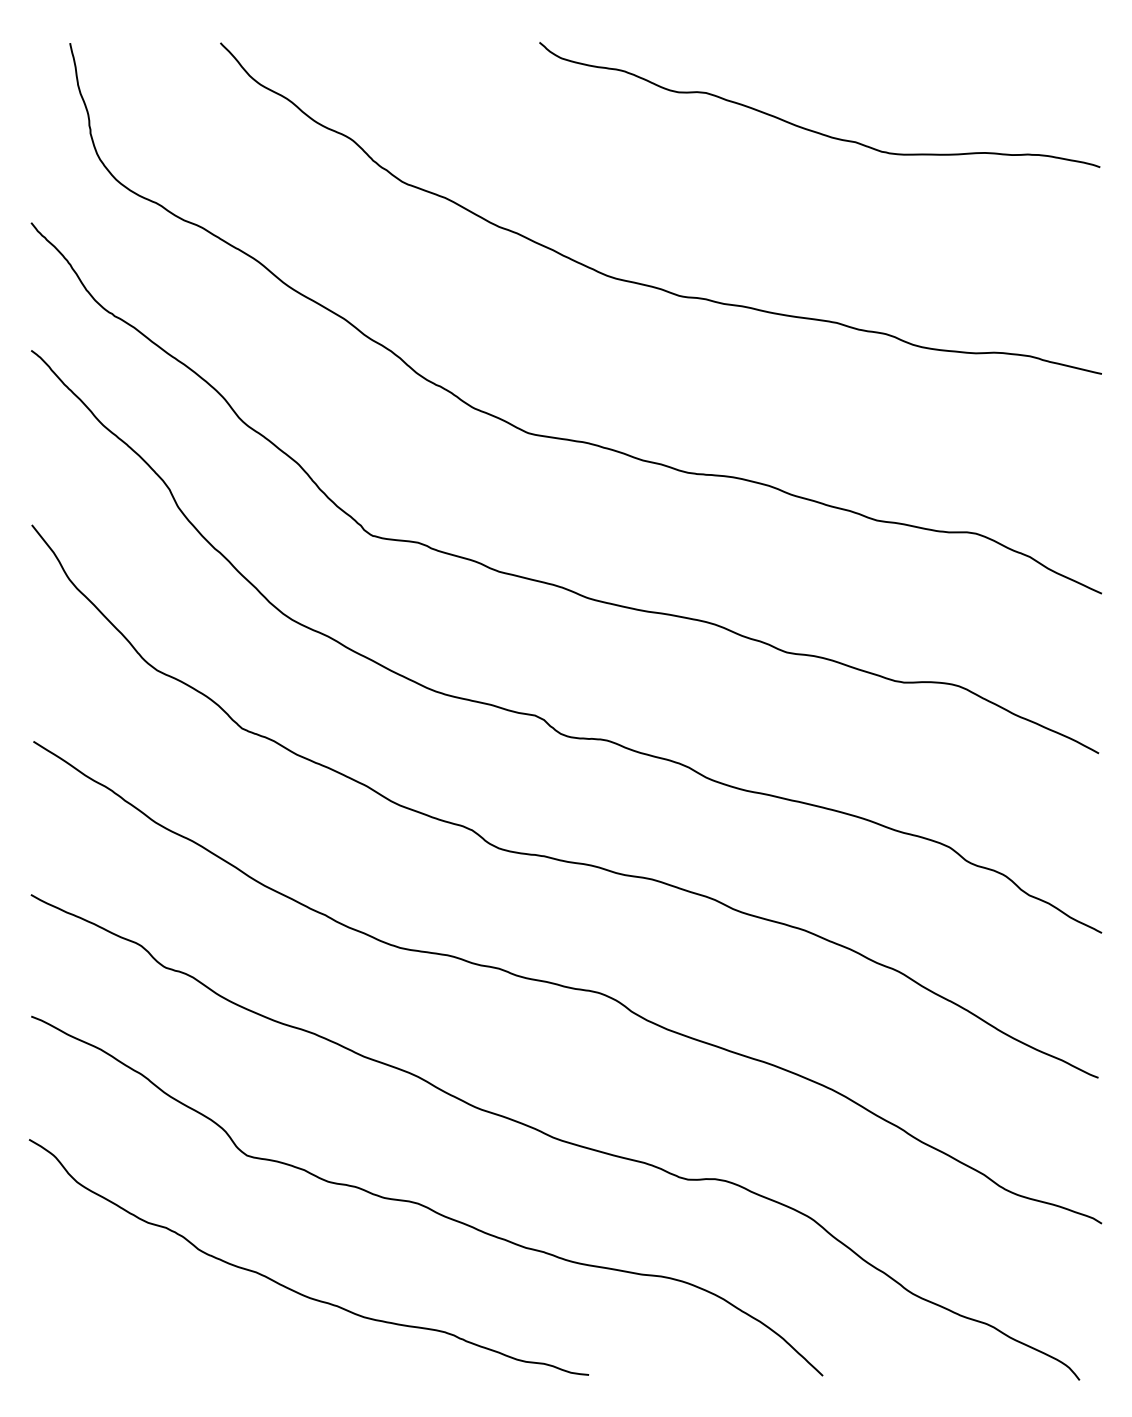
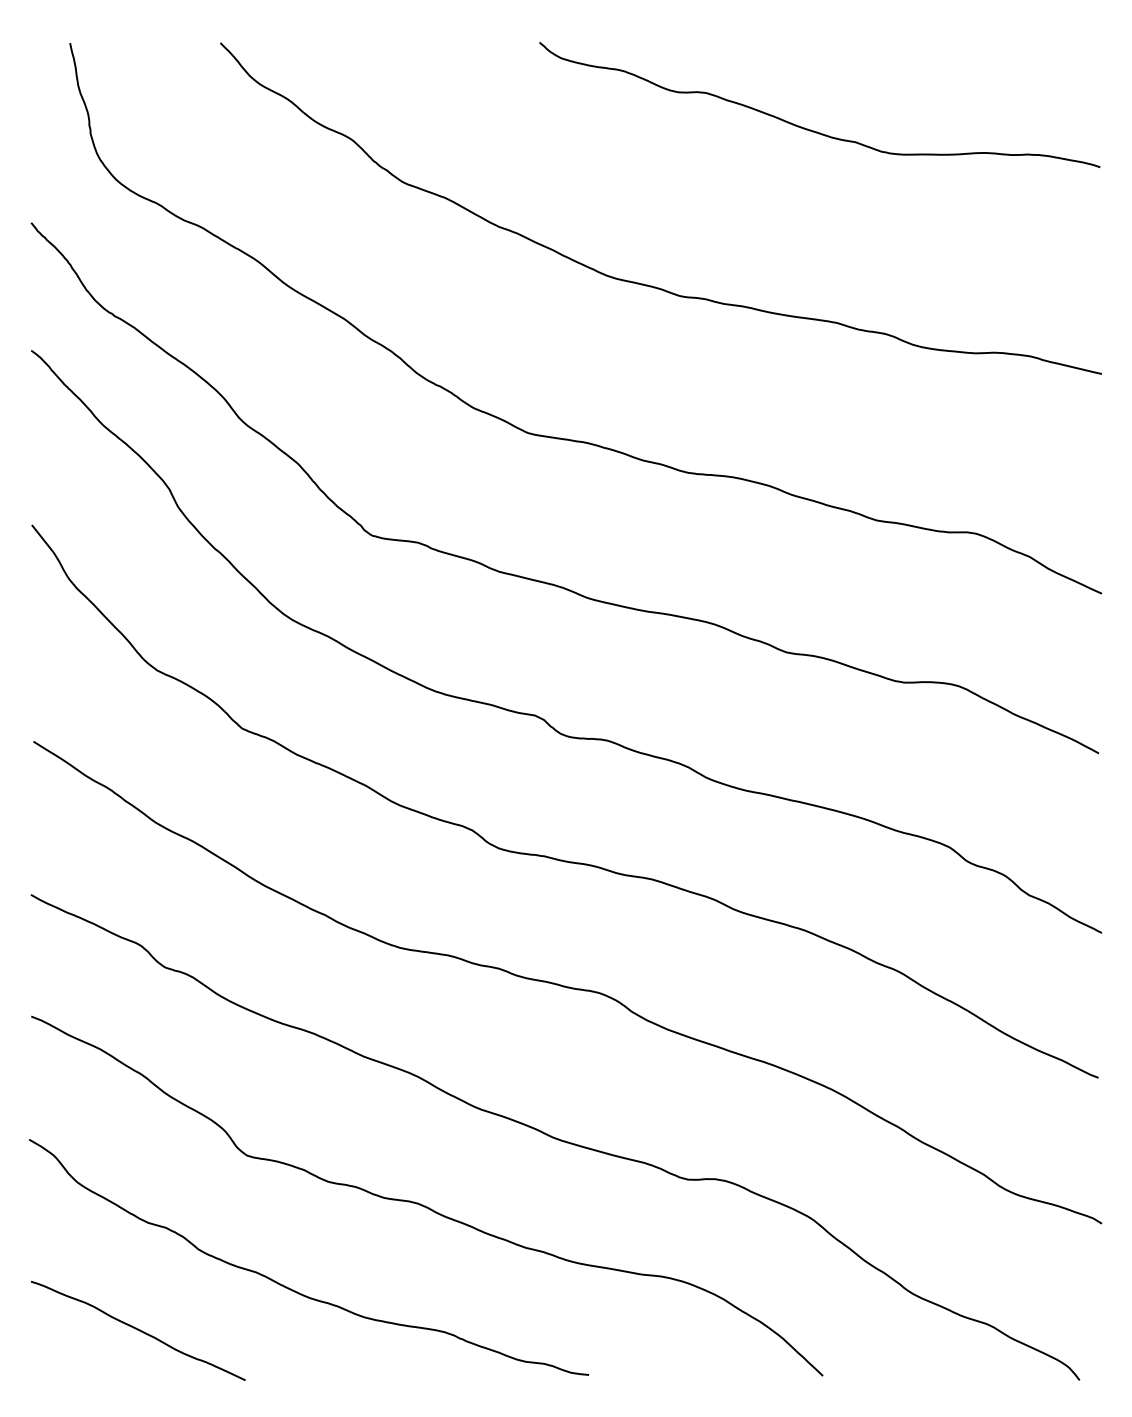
curve at (138, 1330): none -> present
